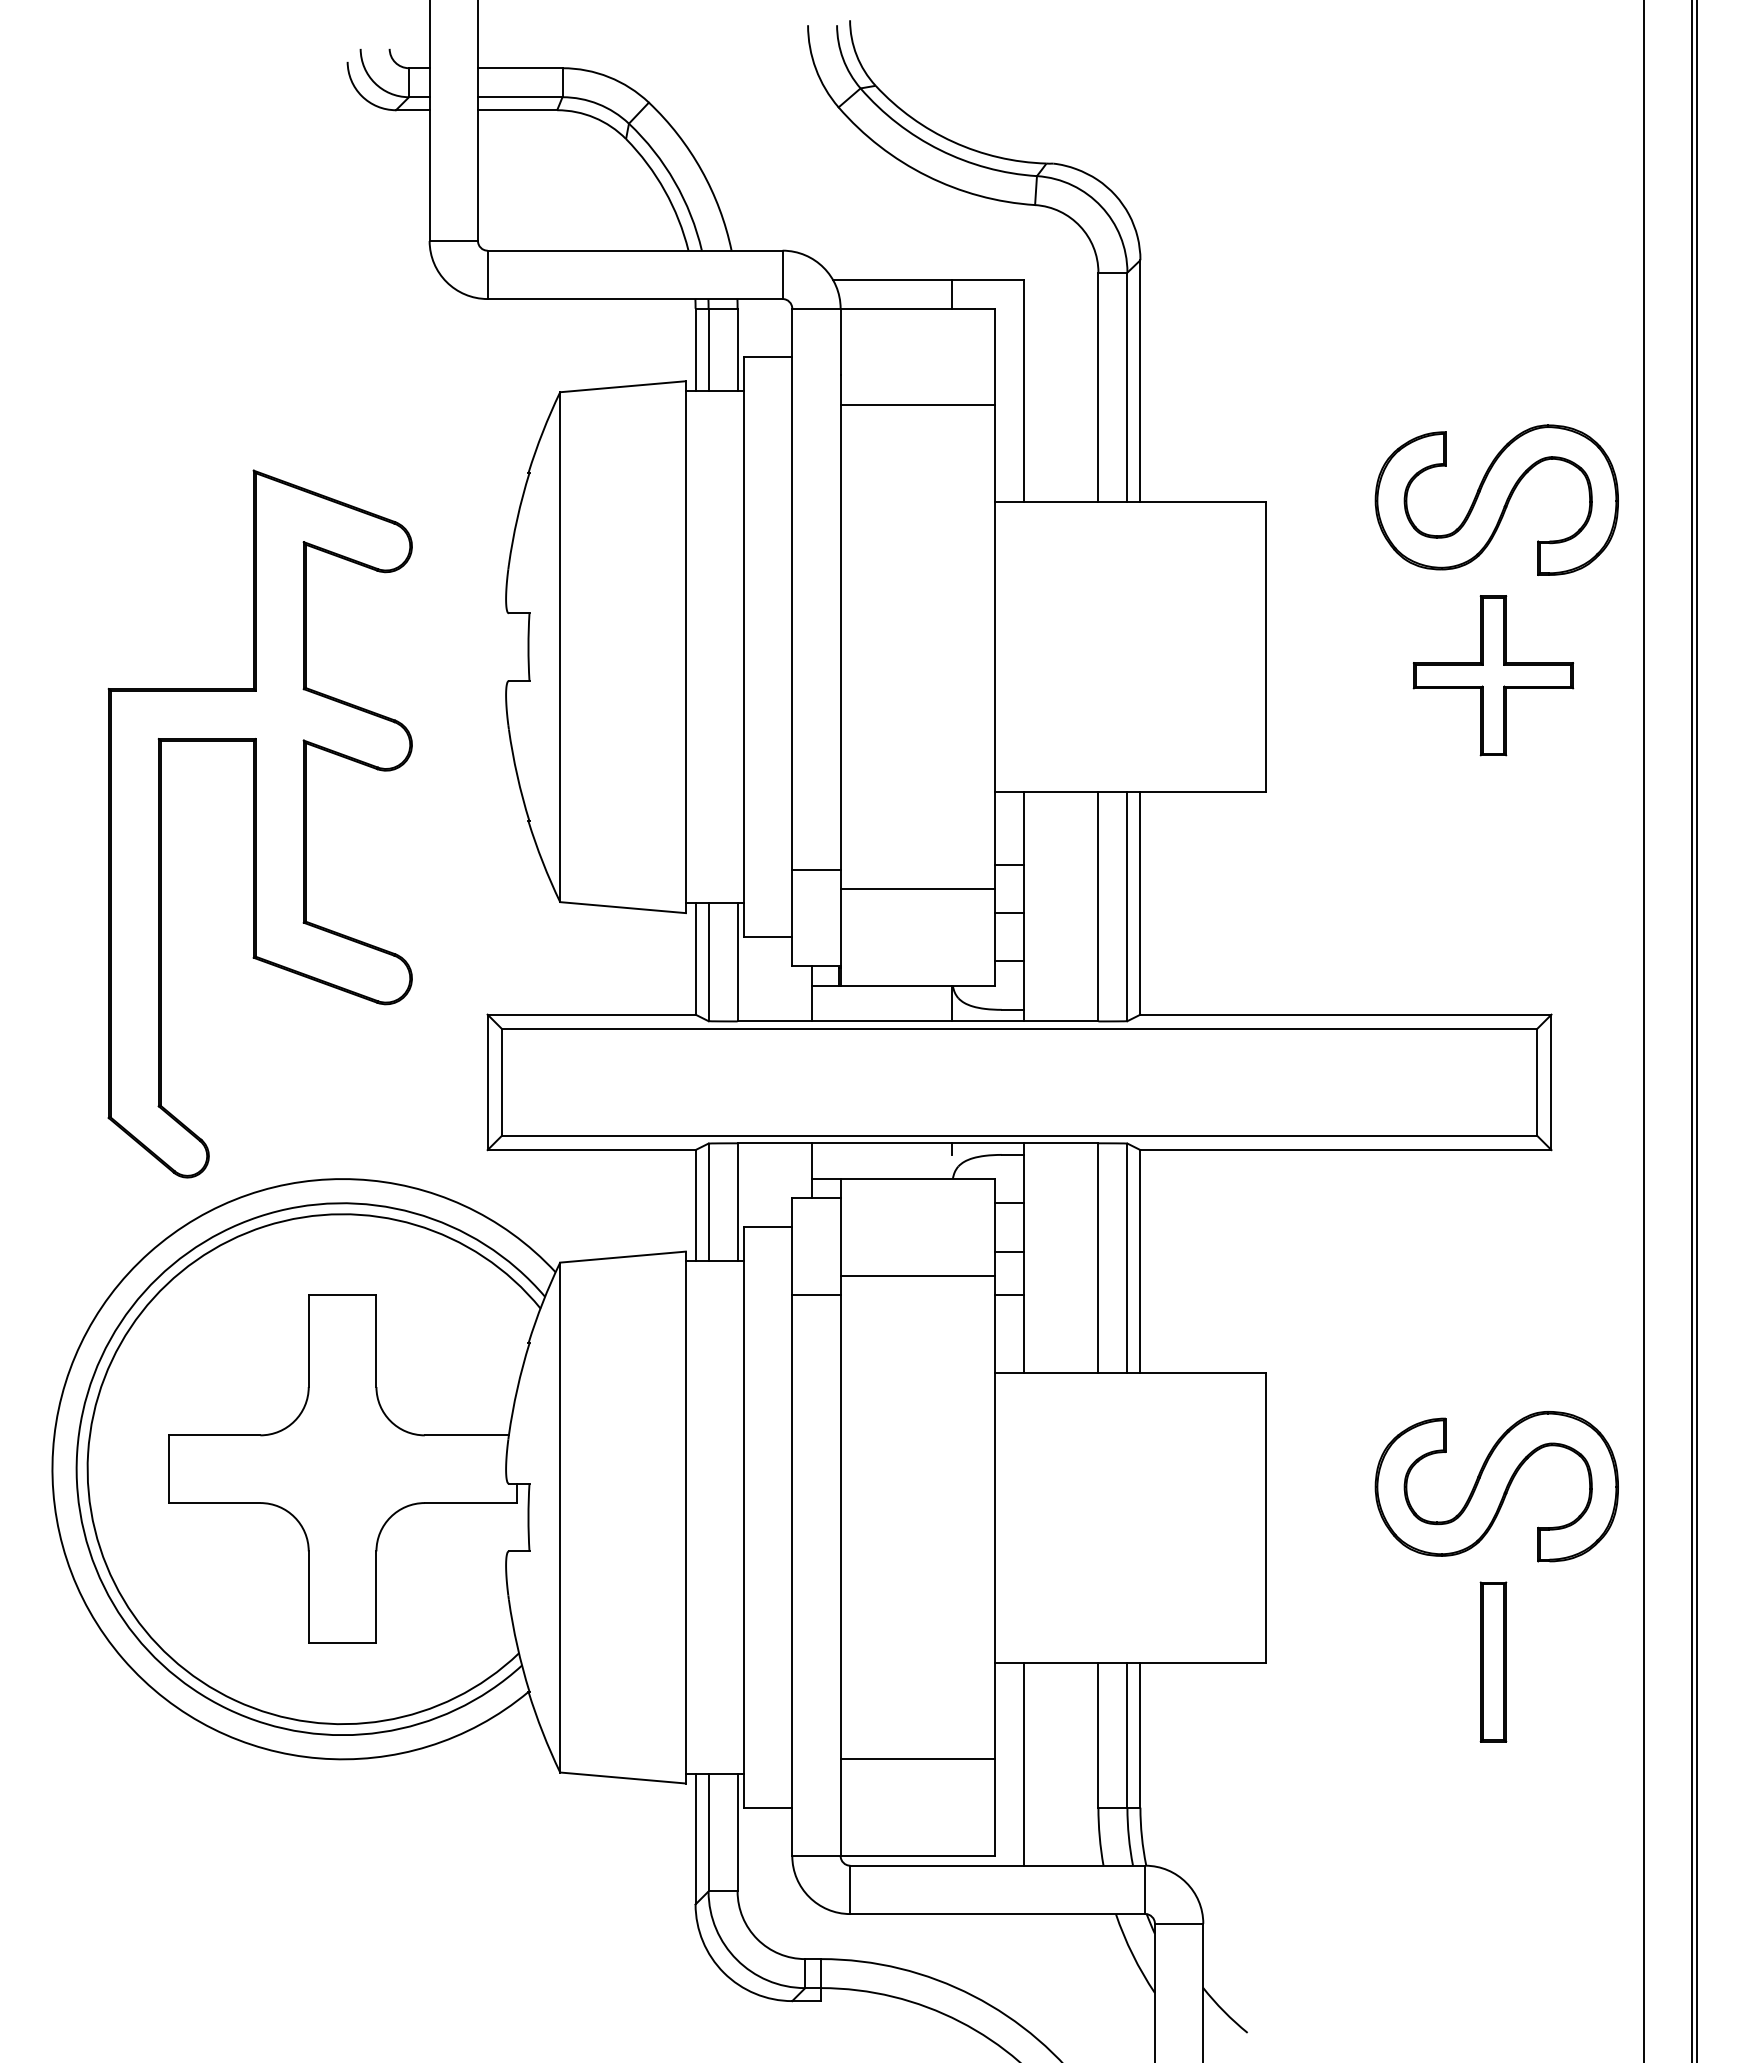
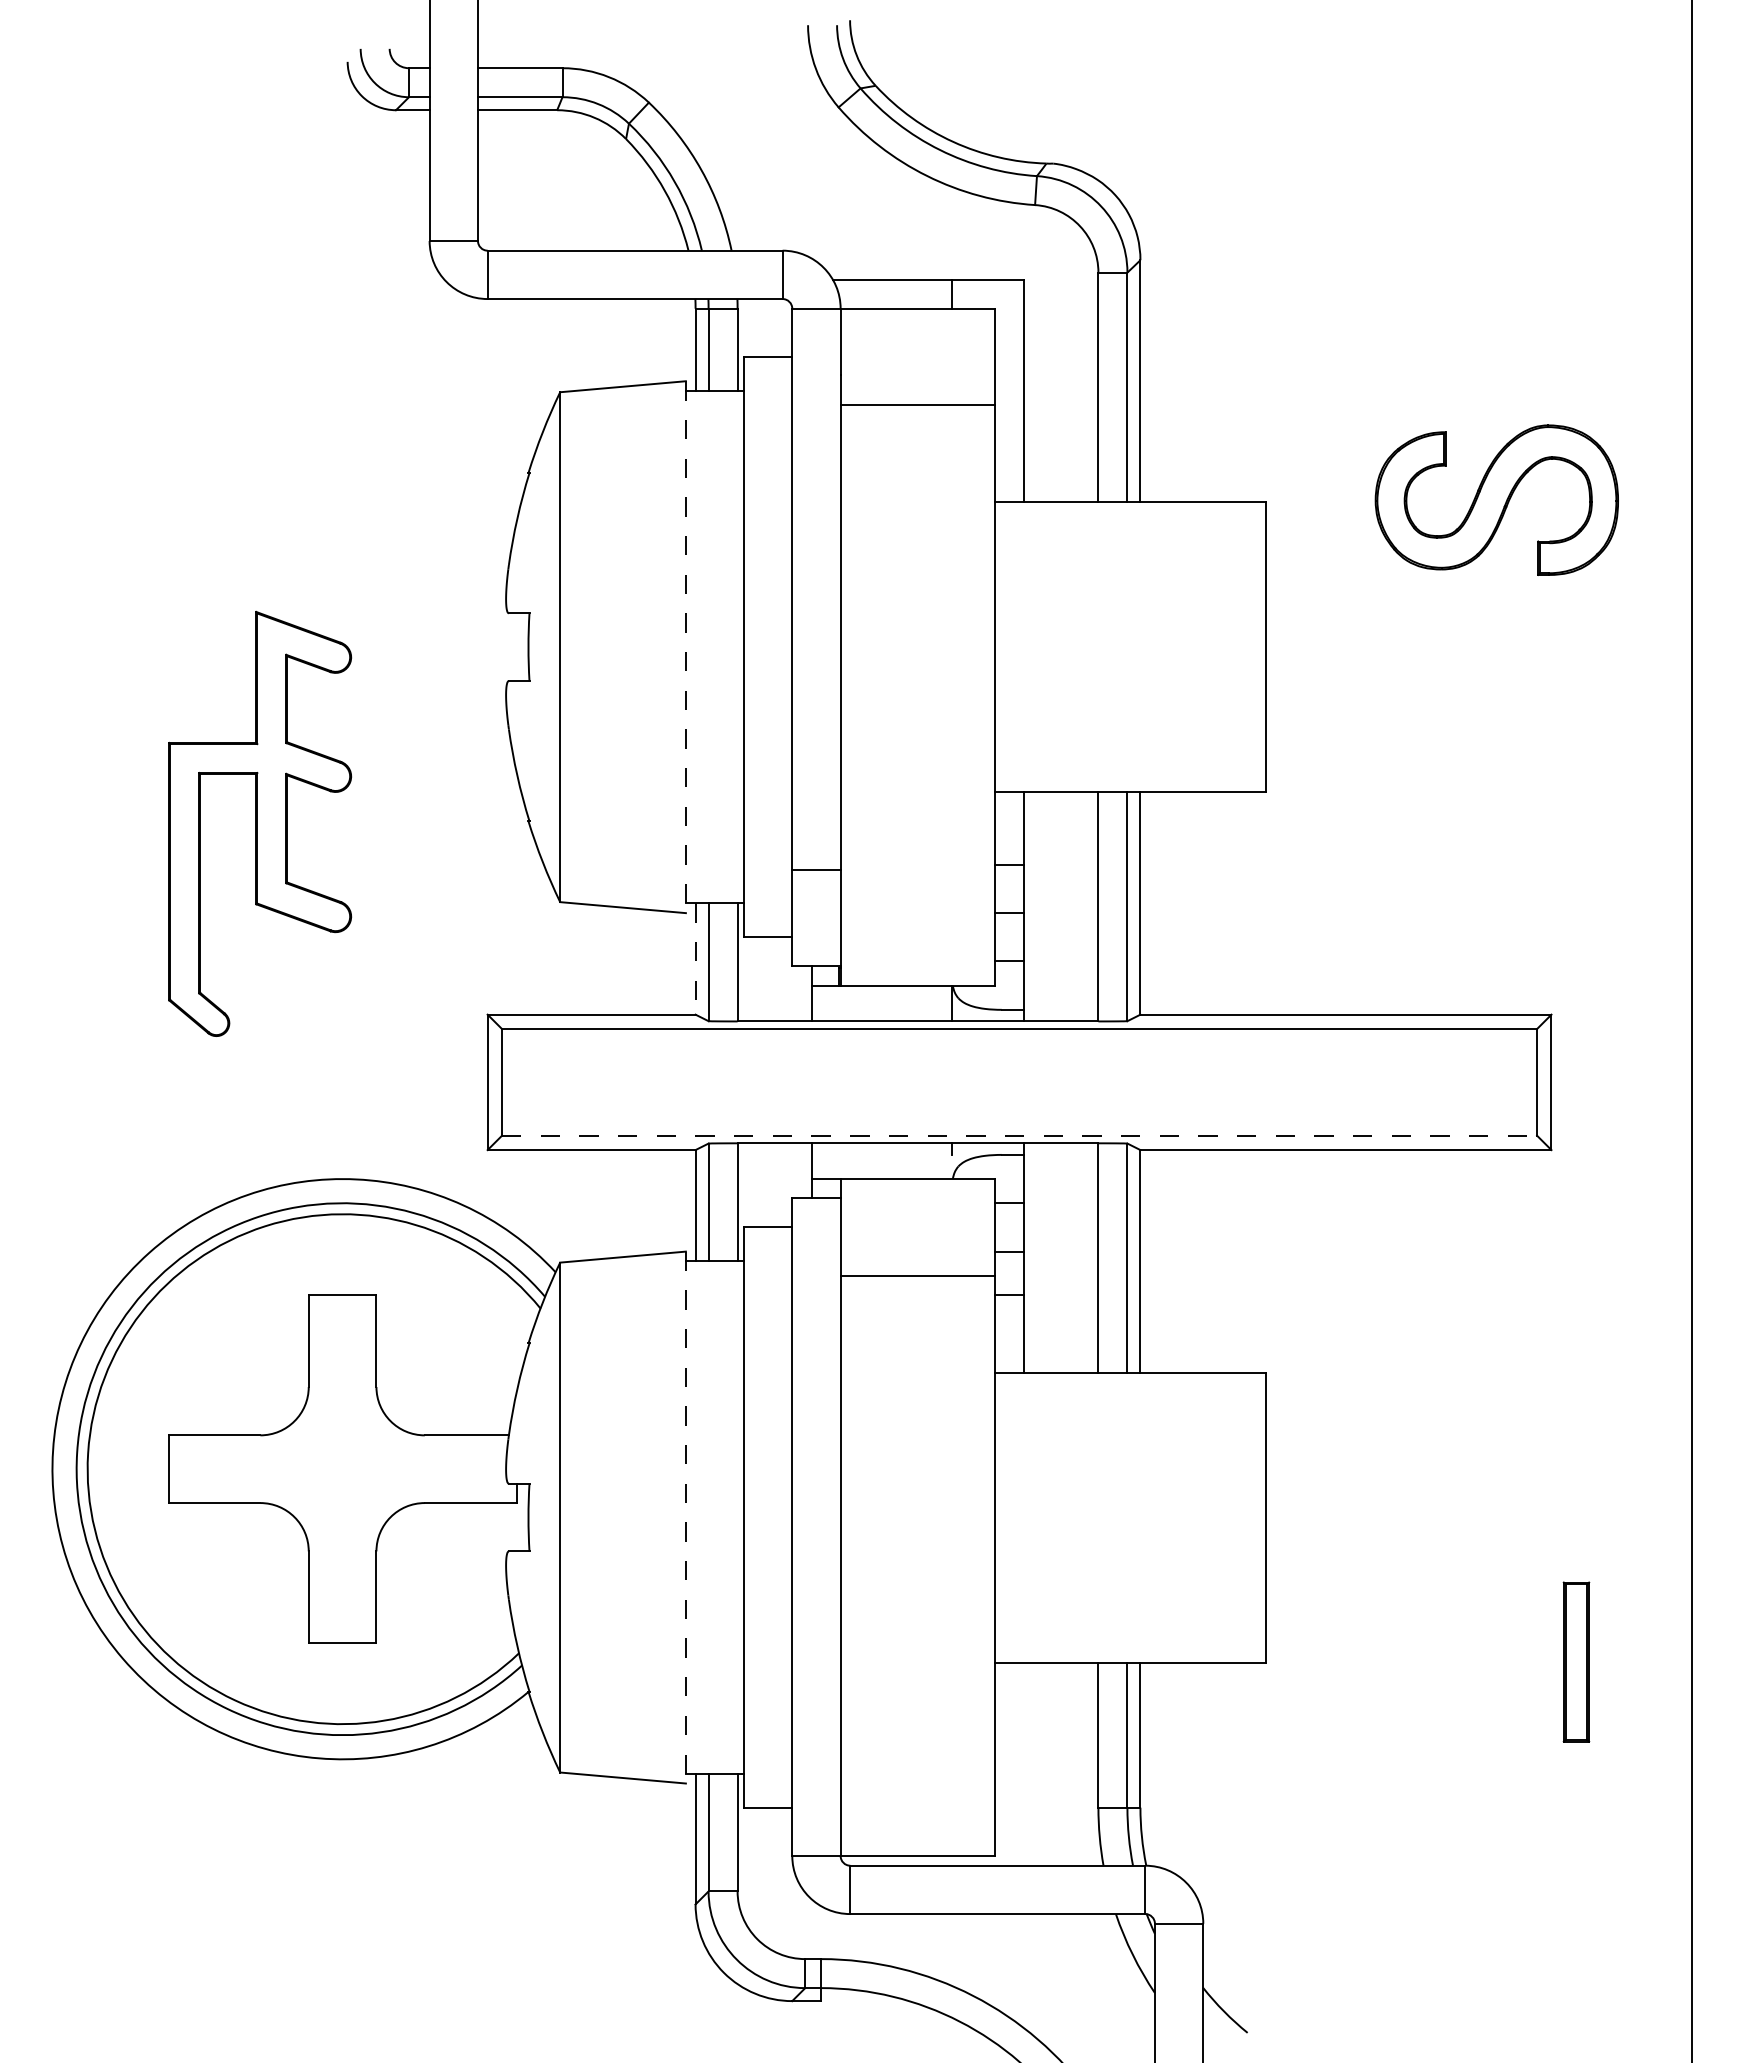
line at (685, 647): solid -> dashed
part at (1493, 675): present -> none
part at (259, 823) size: 306x710 px -> 185x427 px
line at (917, 888): present -> none
line at (695, 959): solid -> dashed
line at (1643, 1030): present -> none
line at (1696, 1030): present -> none
line at (1019, 1135): solid -> dashed
line at (816, 1295): present -> none
part at (1496, 1486): present -> none
line at (685, 1517): solid -> dashed
part at (1493, 1661) position: (1493, 1661) -> (1576, 1661)
line at (917, 1759): present -> none
line at (1024, 1763): present -> none
